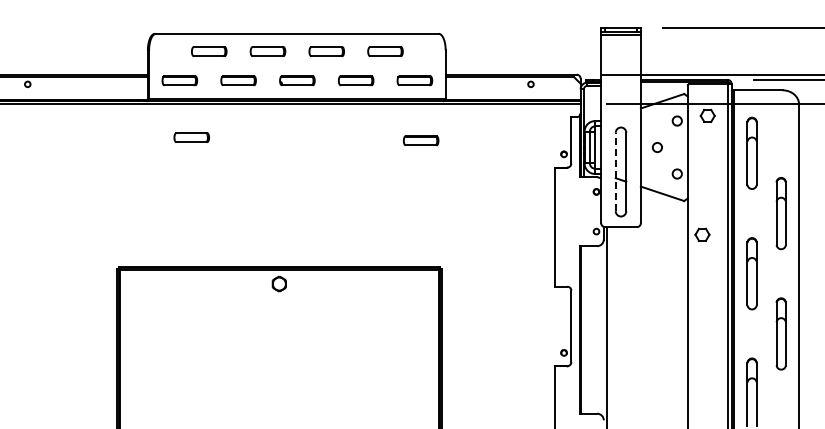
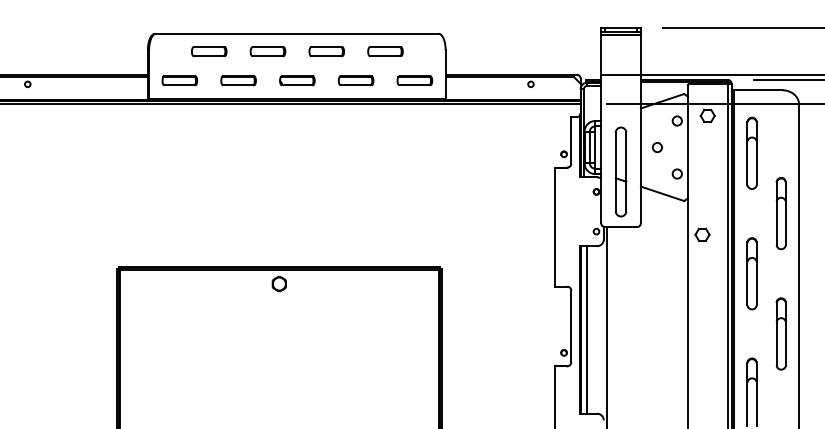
part at (191, 137): present -> none
part at (421, 140): present -> none
line at (615, 171): dashed -> solid
line at (587, 329): none -> present
